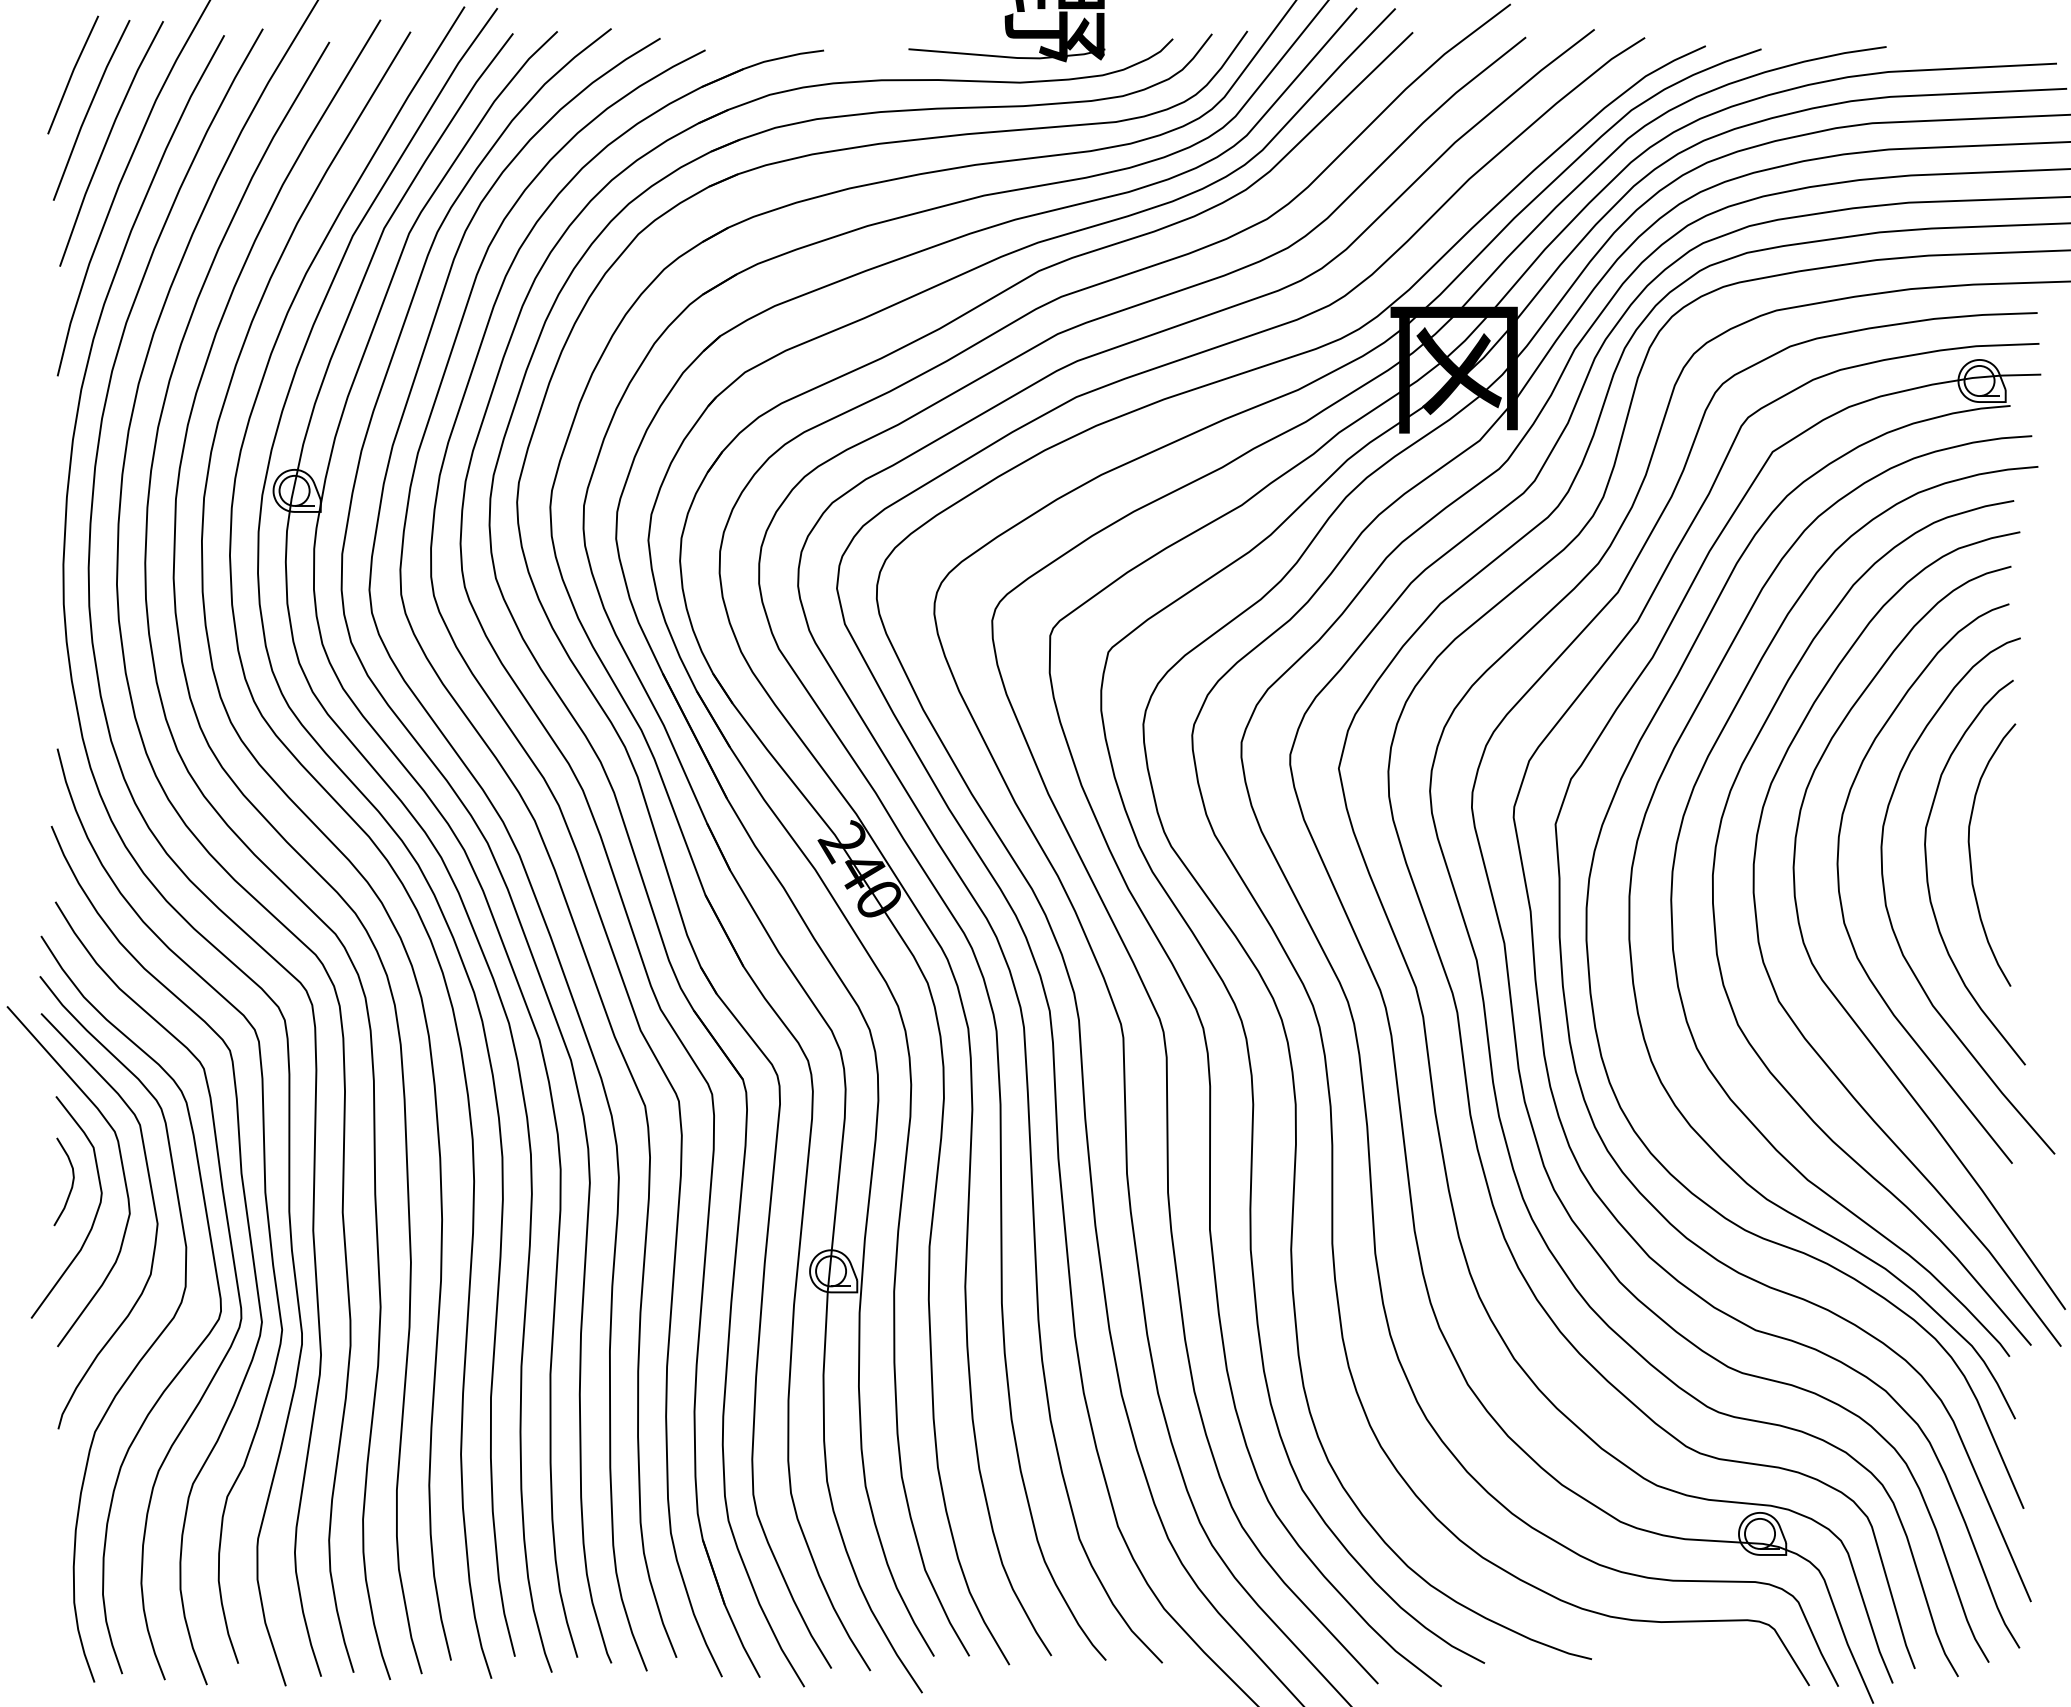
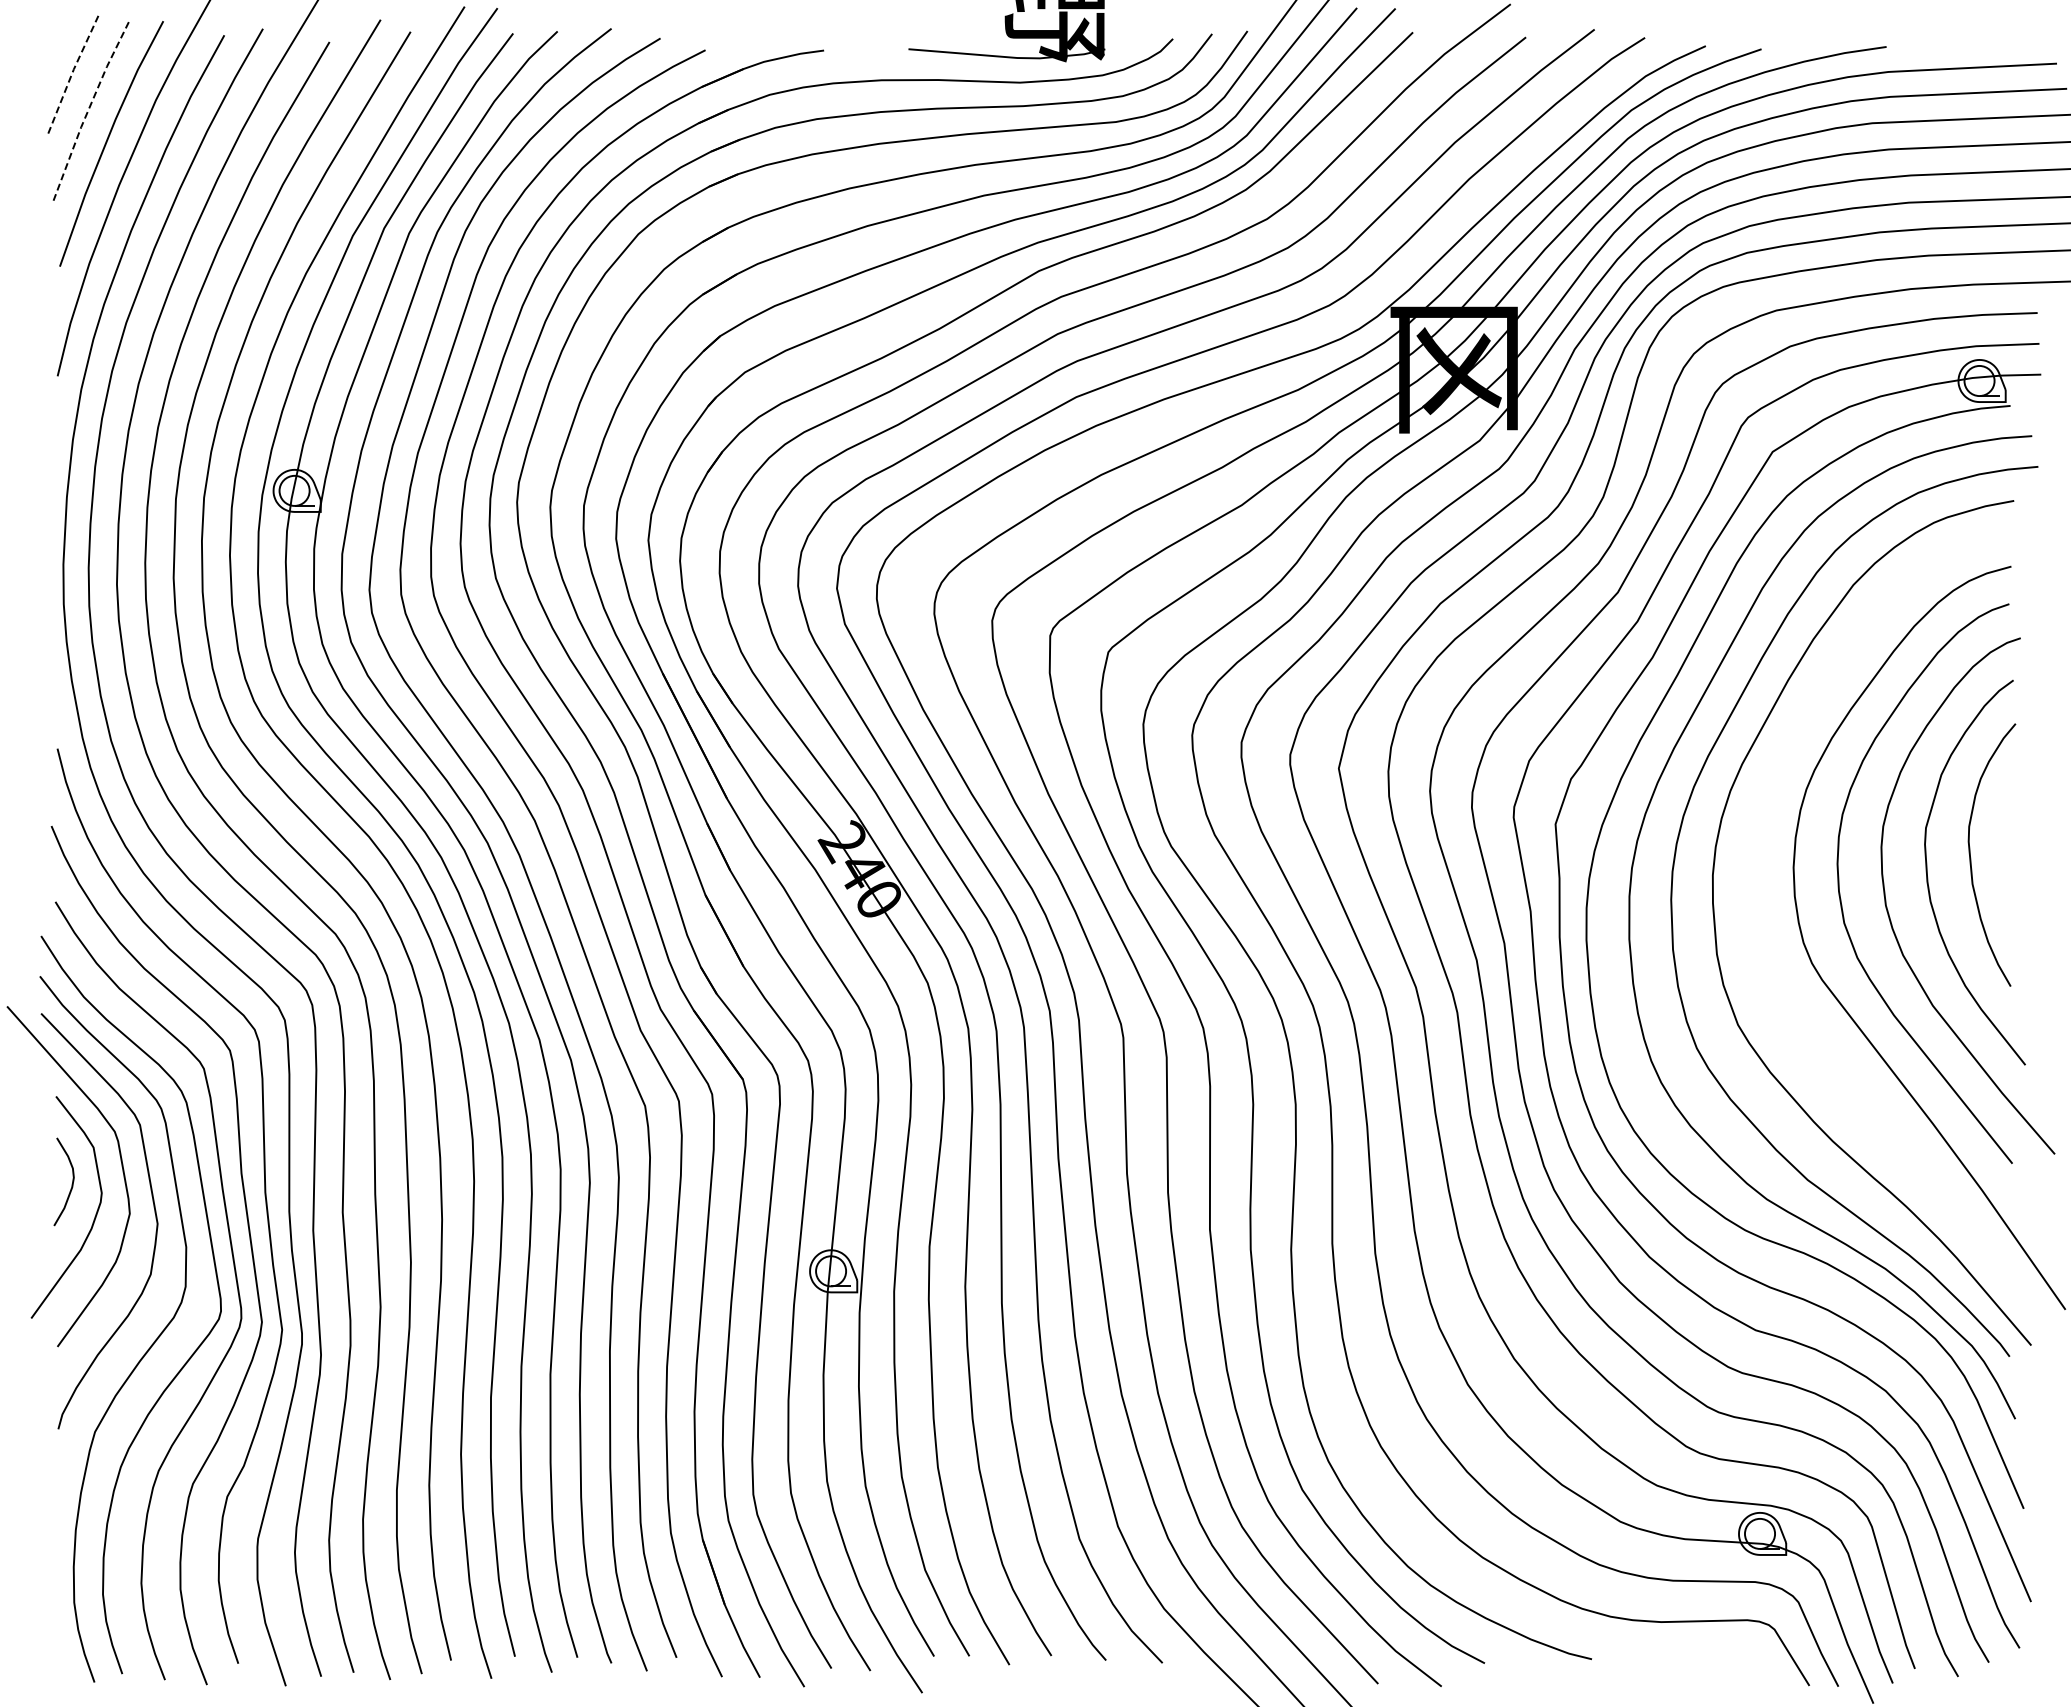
line at (72, 73): solid -> dashed
line at (89, 108): solid -> dashed
curve at (1792, 1018): present -> none
